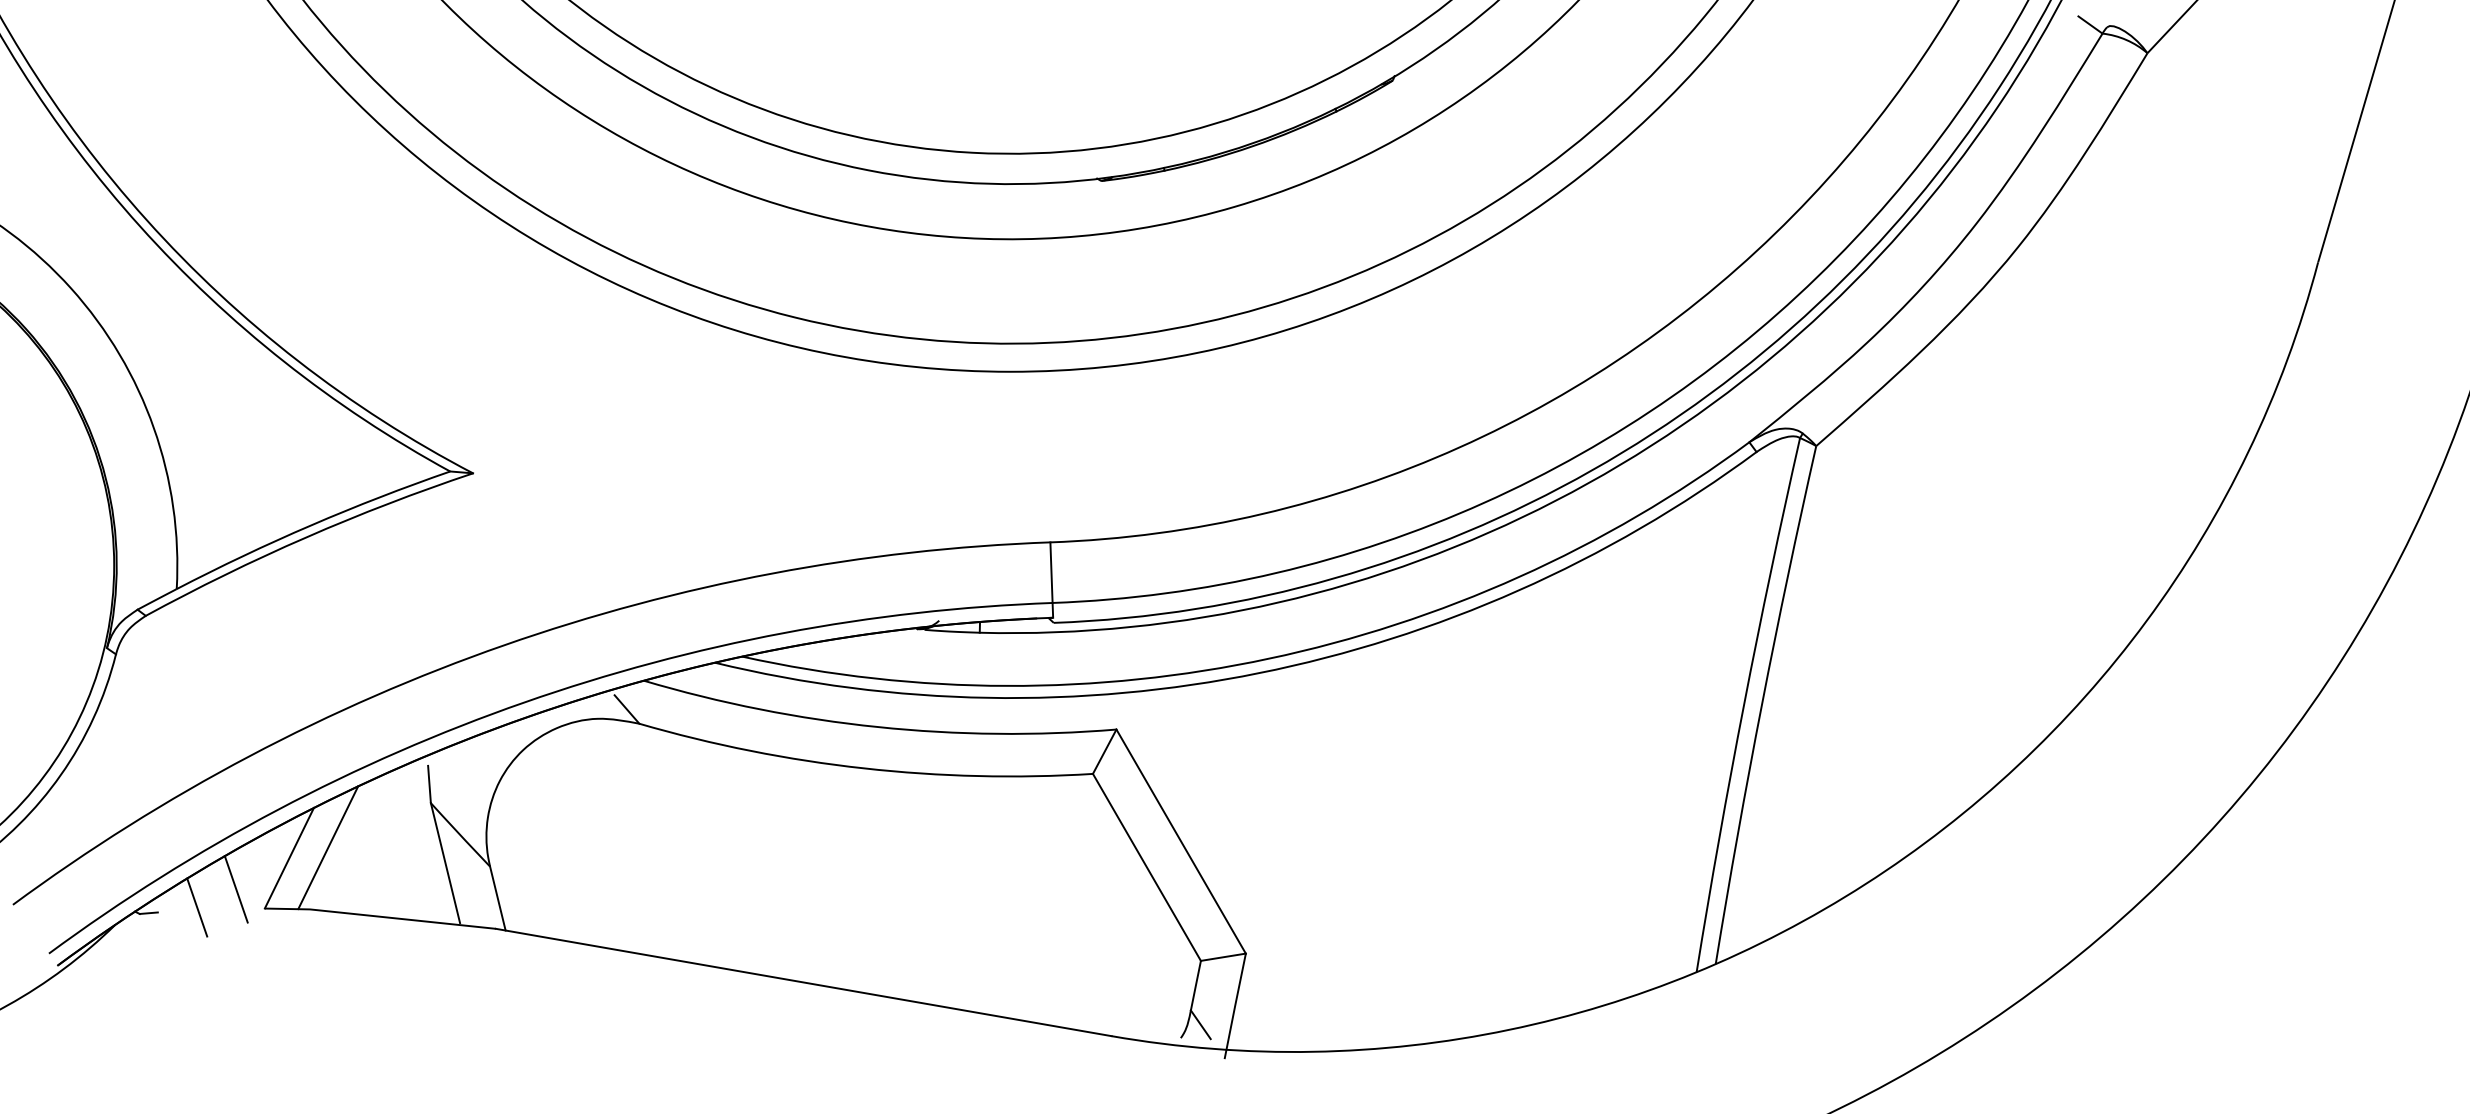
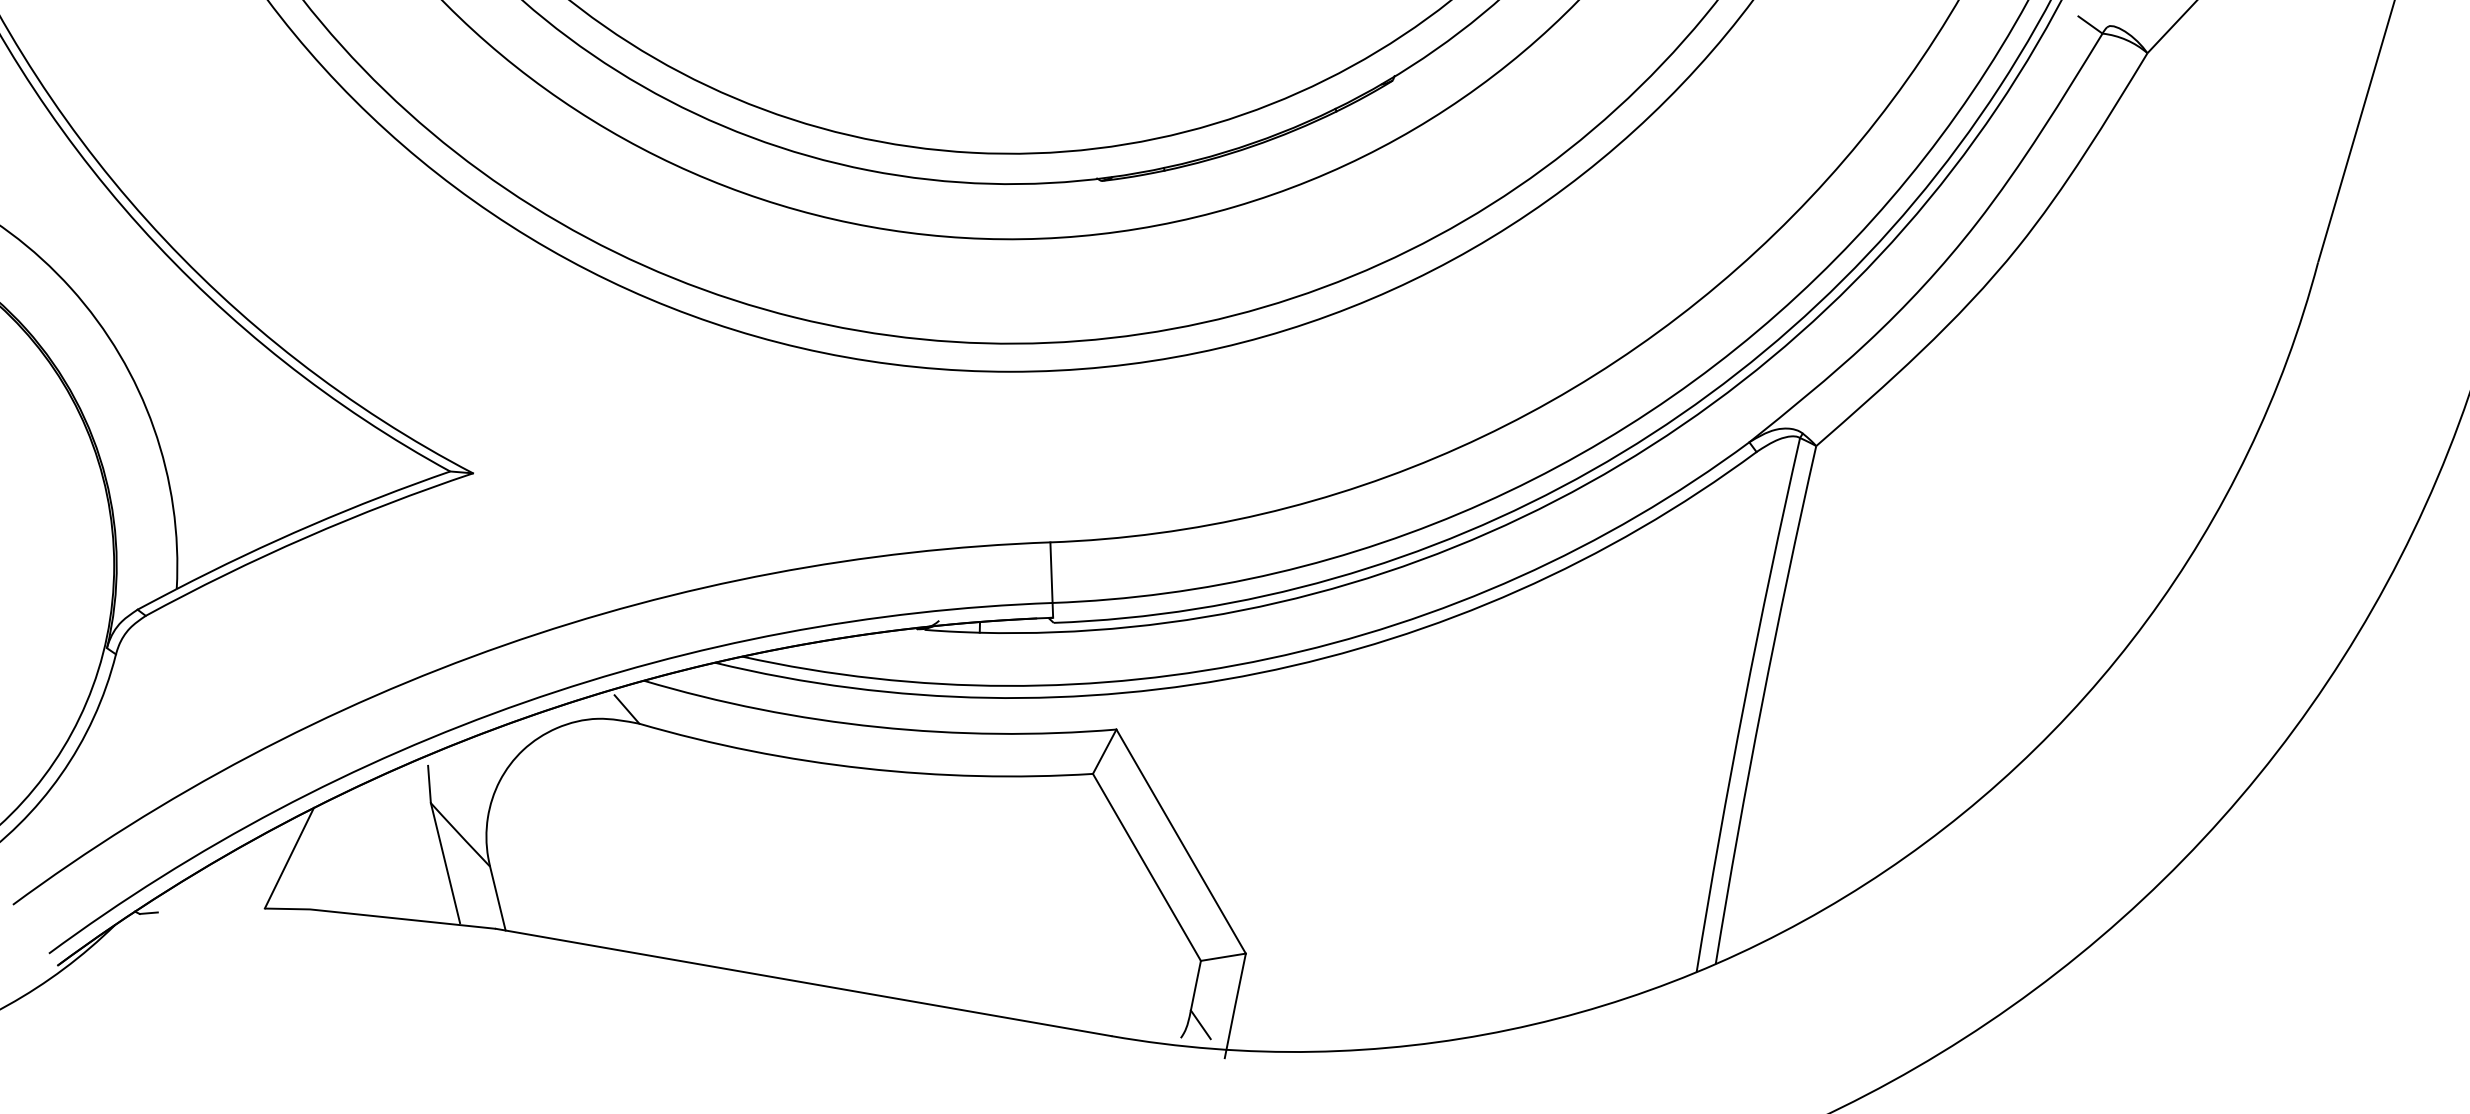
line at (328, 847): present -> none
line at (235, 889): present -> none
line at (197, 907): present -> none
